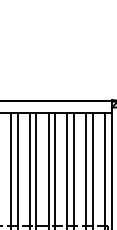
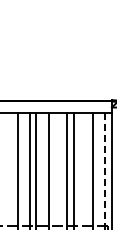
line at (11, 169): present -> none
line at (55, 169): present -> none
line at (86, 169): present -> none
line at (104, 171): solid -> dashed
